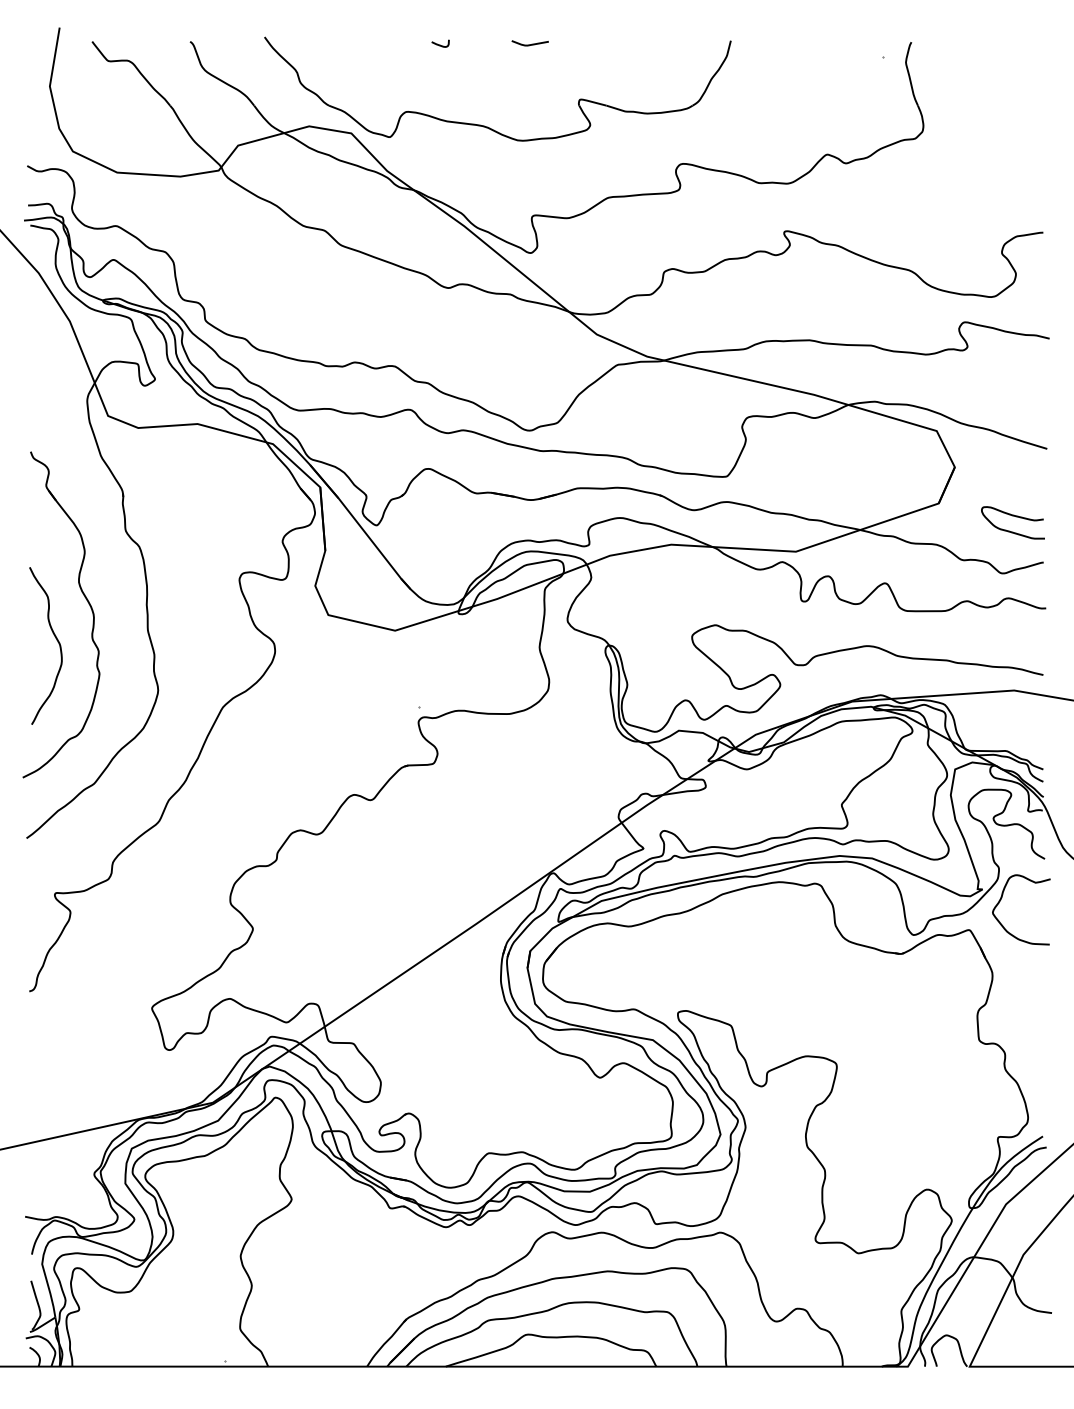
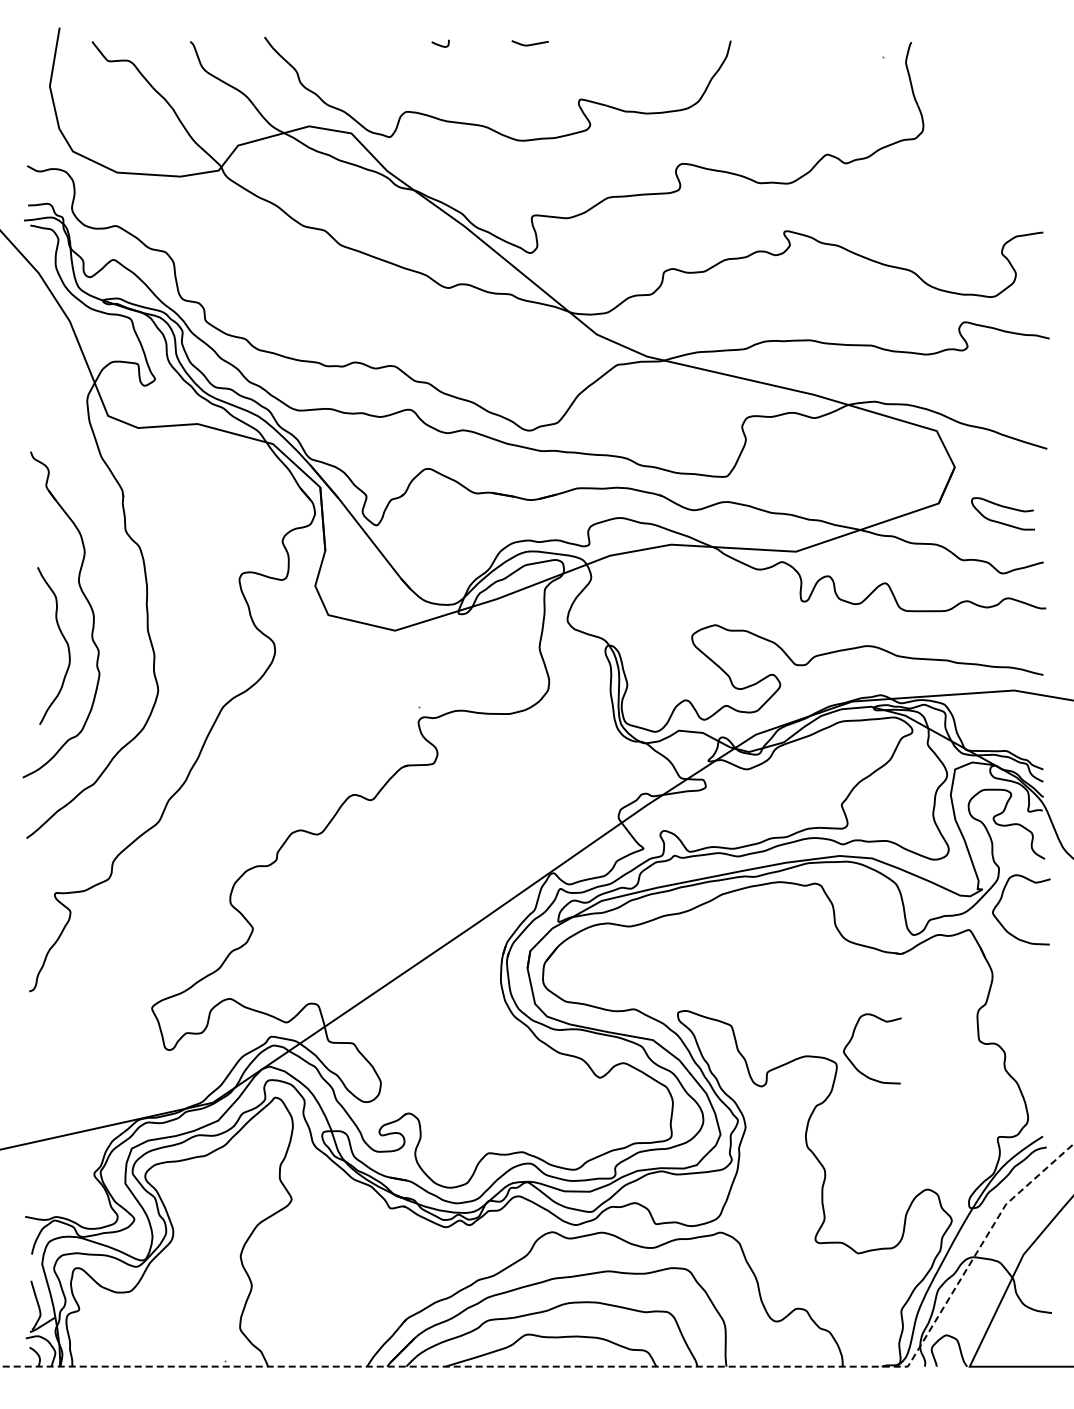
curve at (1012, 516) position: (1012, 516) -> (1002, 507)
curve at (56, 640) position: (56, 640) -> (64, 640)
curve at (852, 1038): none -> present
line at (594, 1366): solid -> dashed
